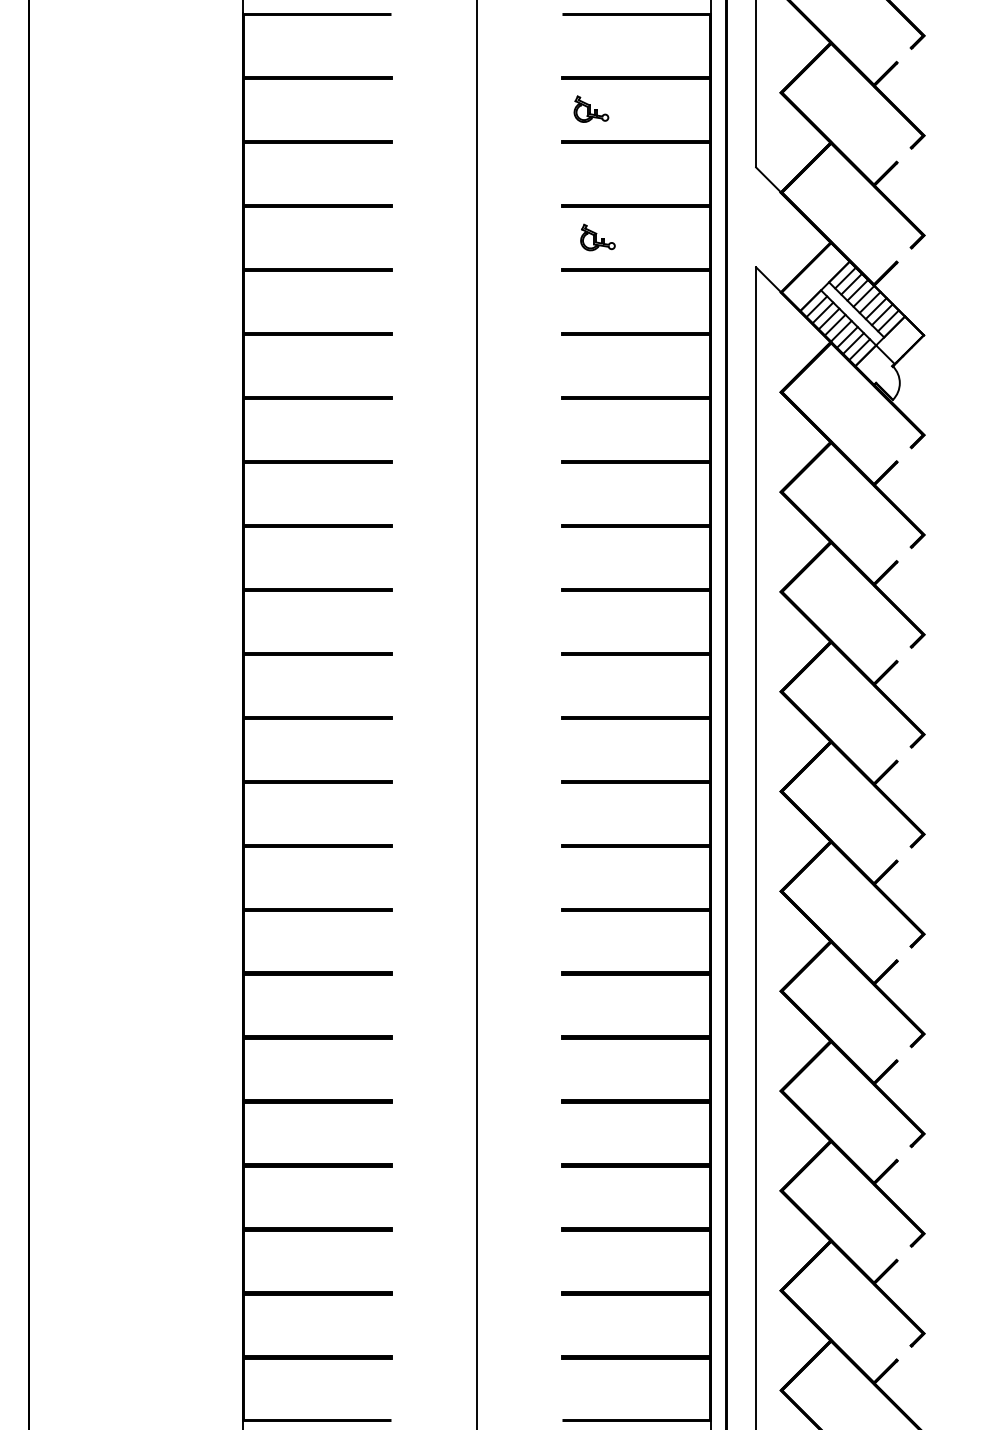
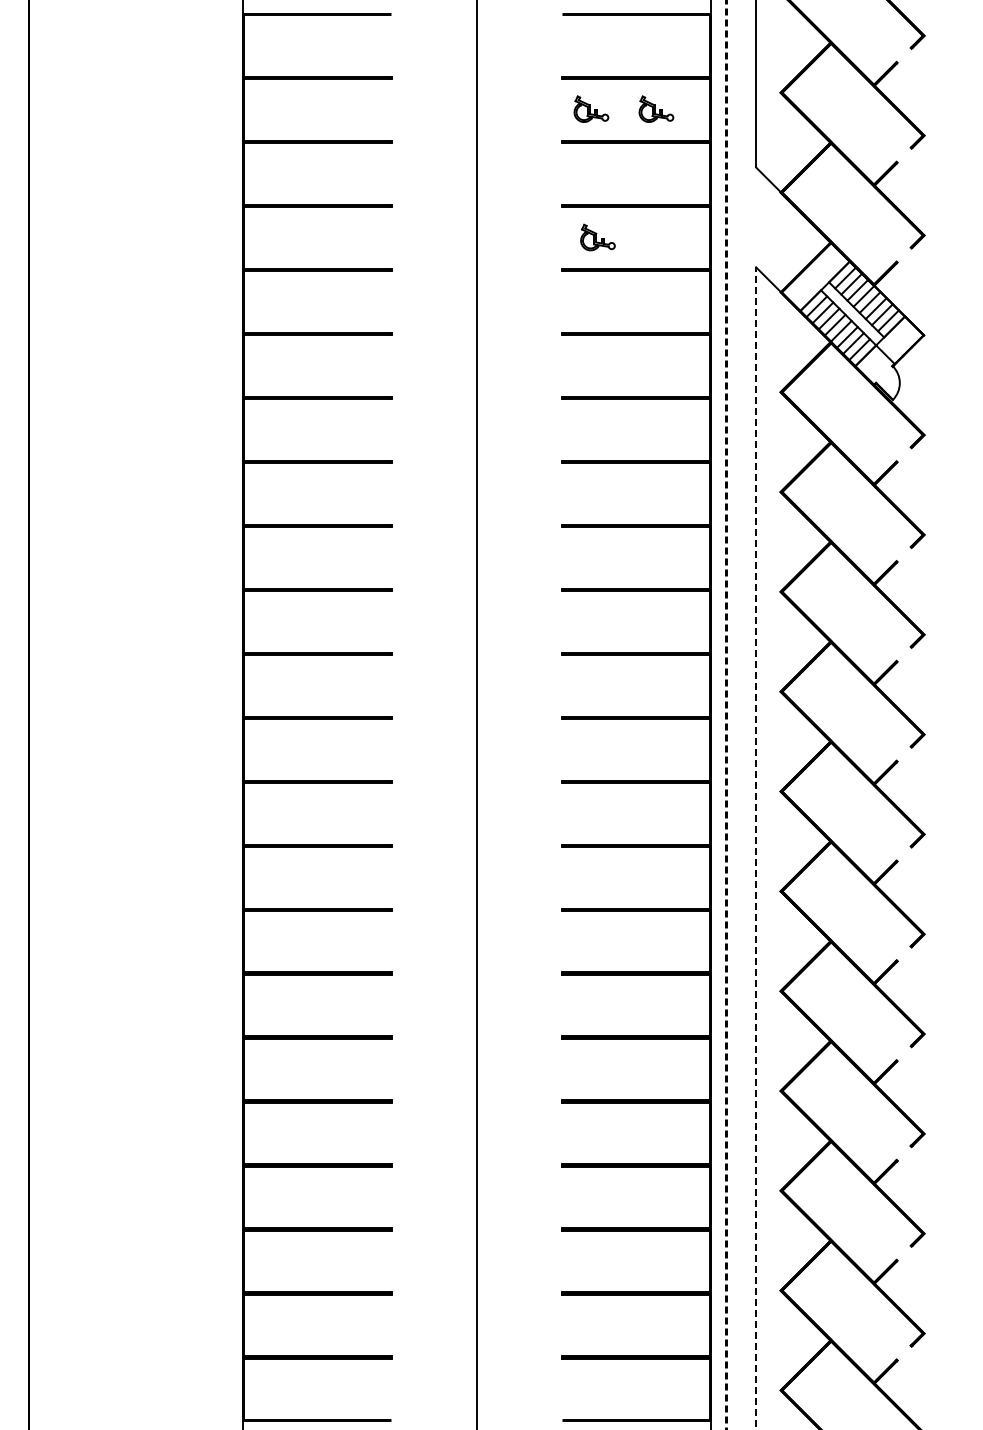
part at (656, 108): none -> present
line at (725, 715): solid -> dashed
line at (756, 848): solid -> dashed
